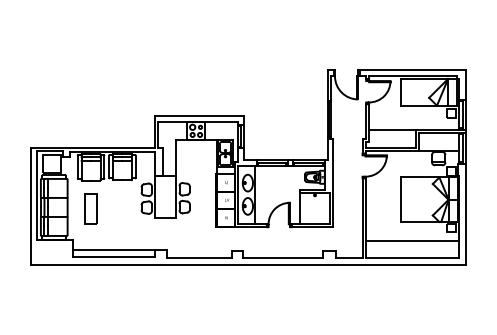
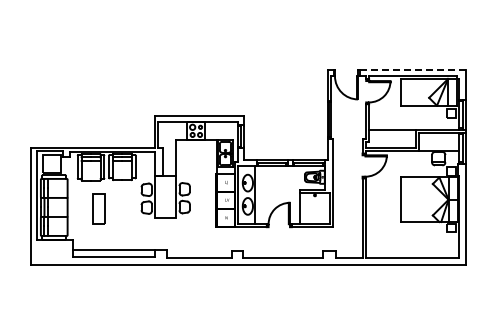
line at (412, 70): solid -> dashed
part at (90, 208) position: (90, 208) -> (98, 208)
line at (412, 241): present -> none
